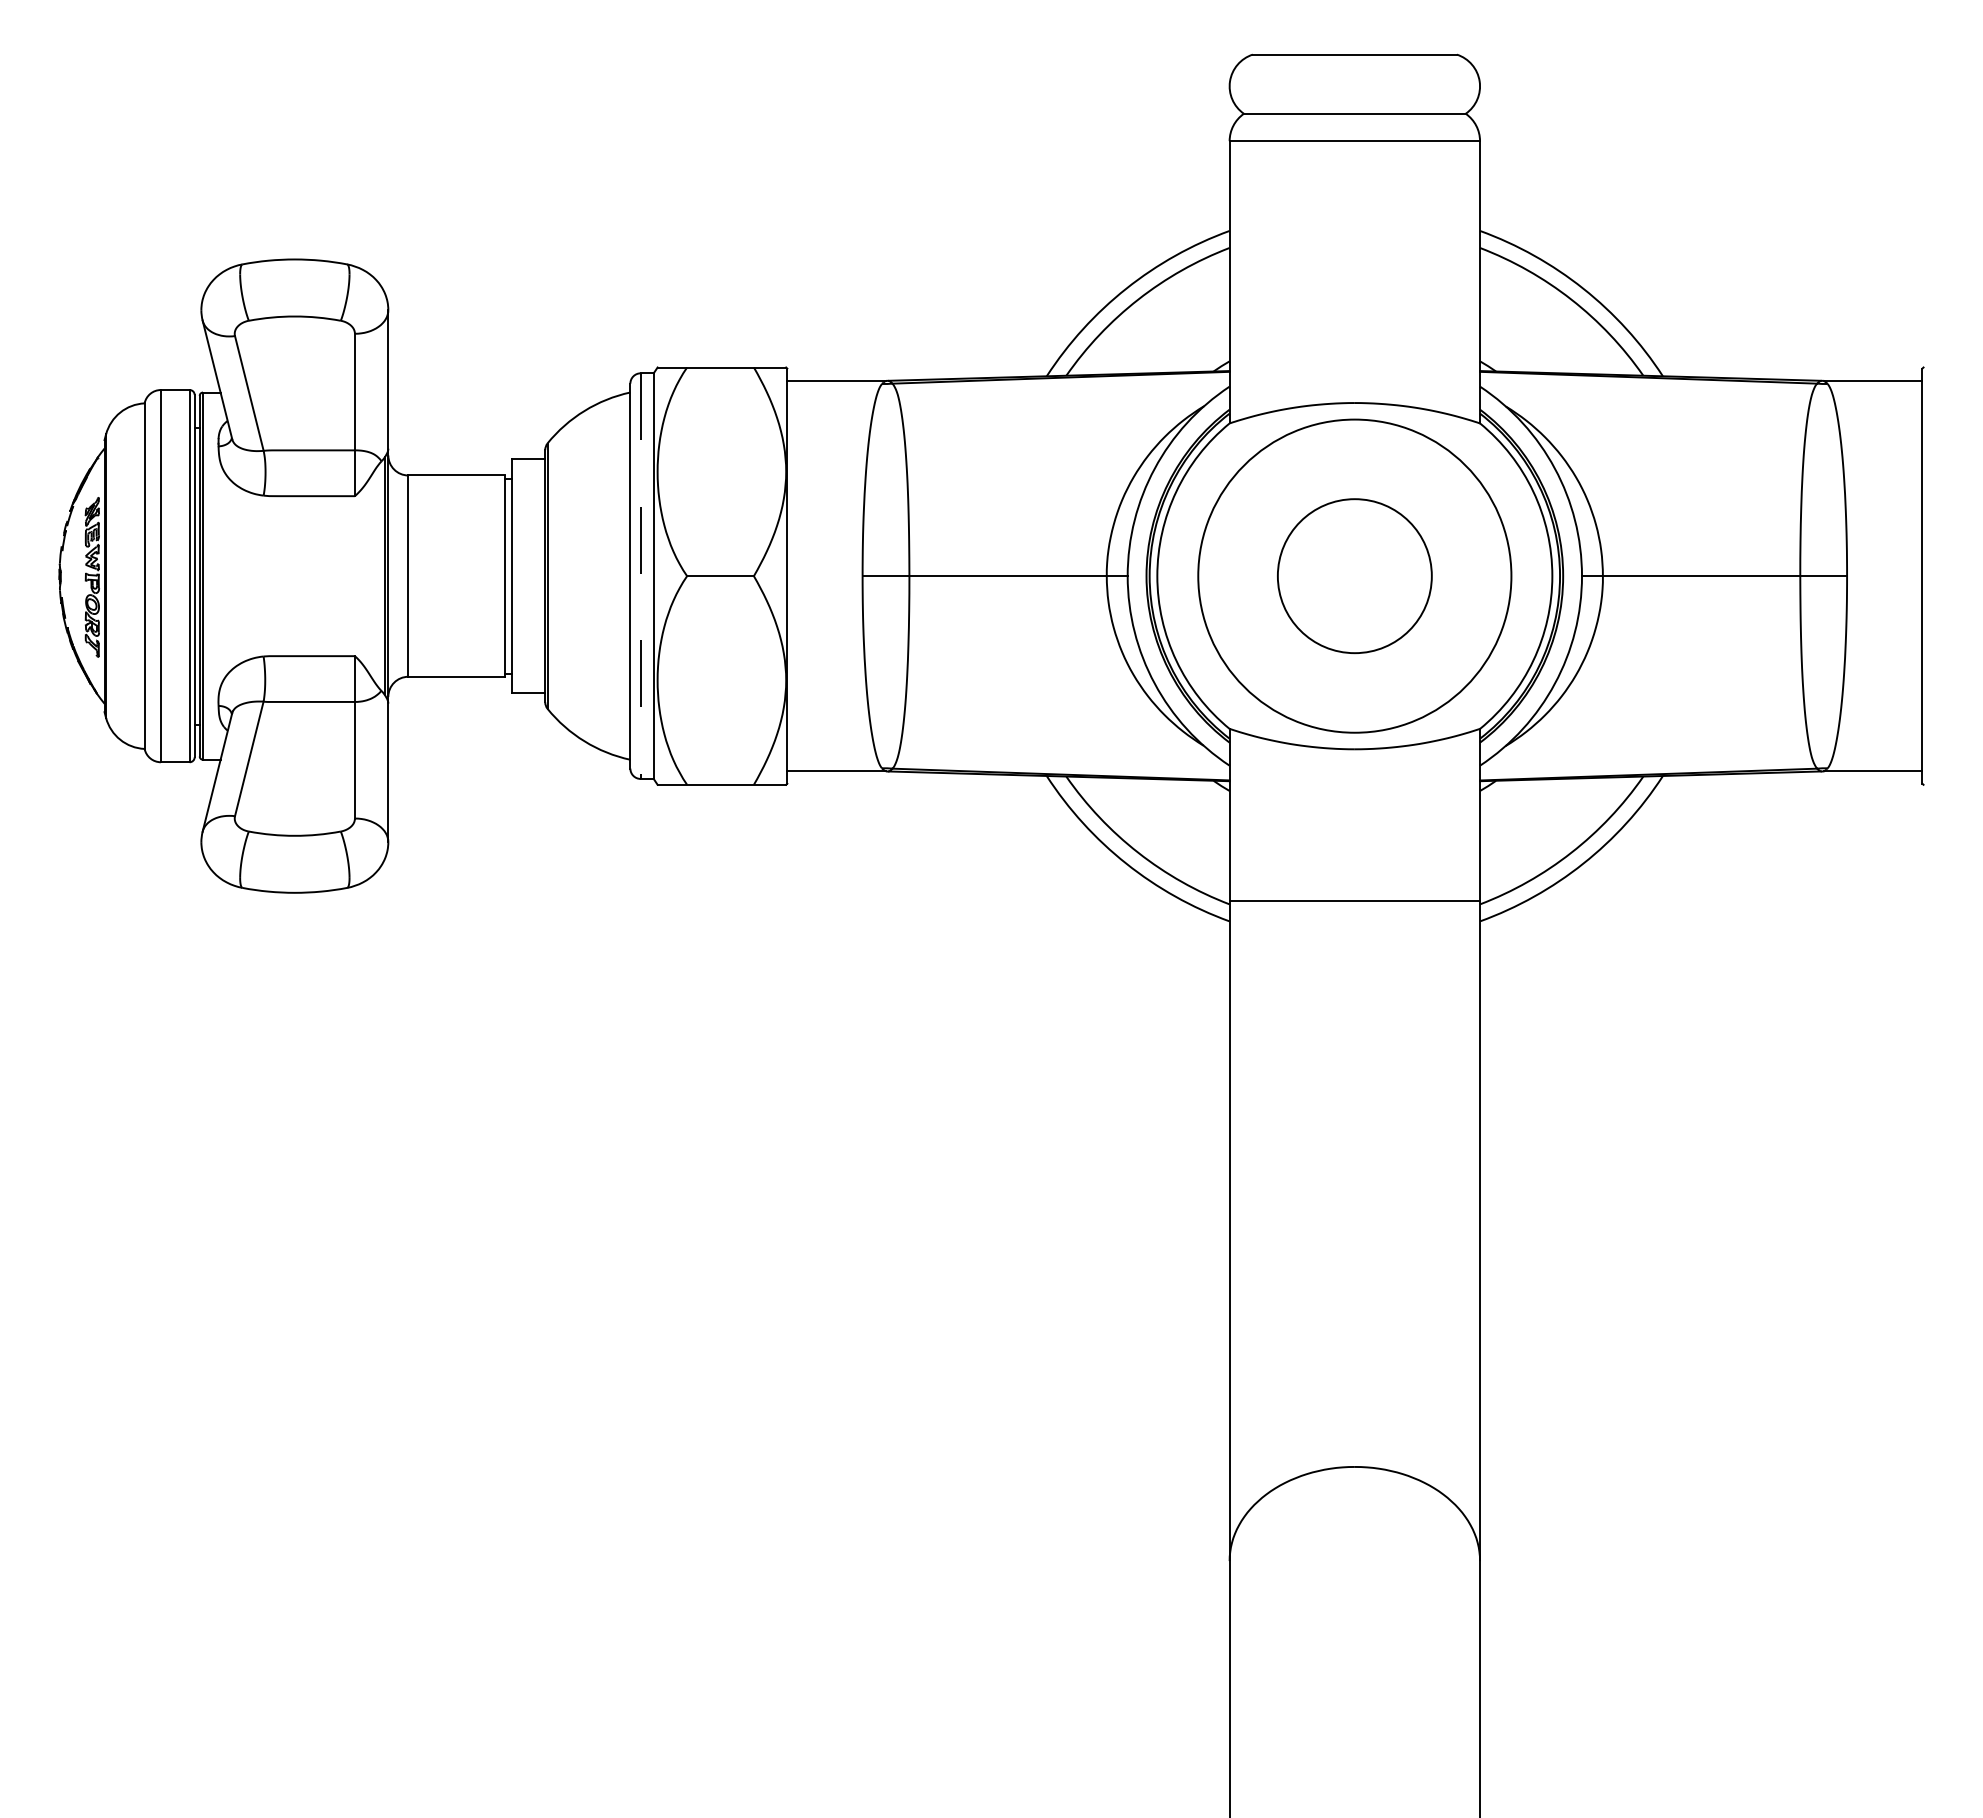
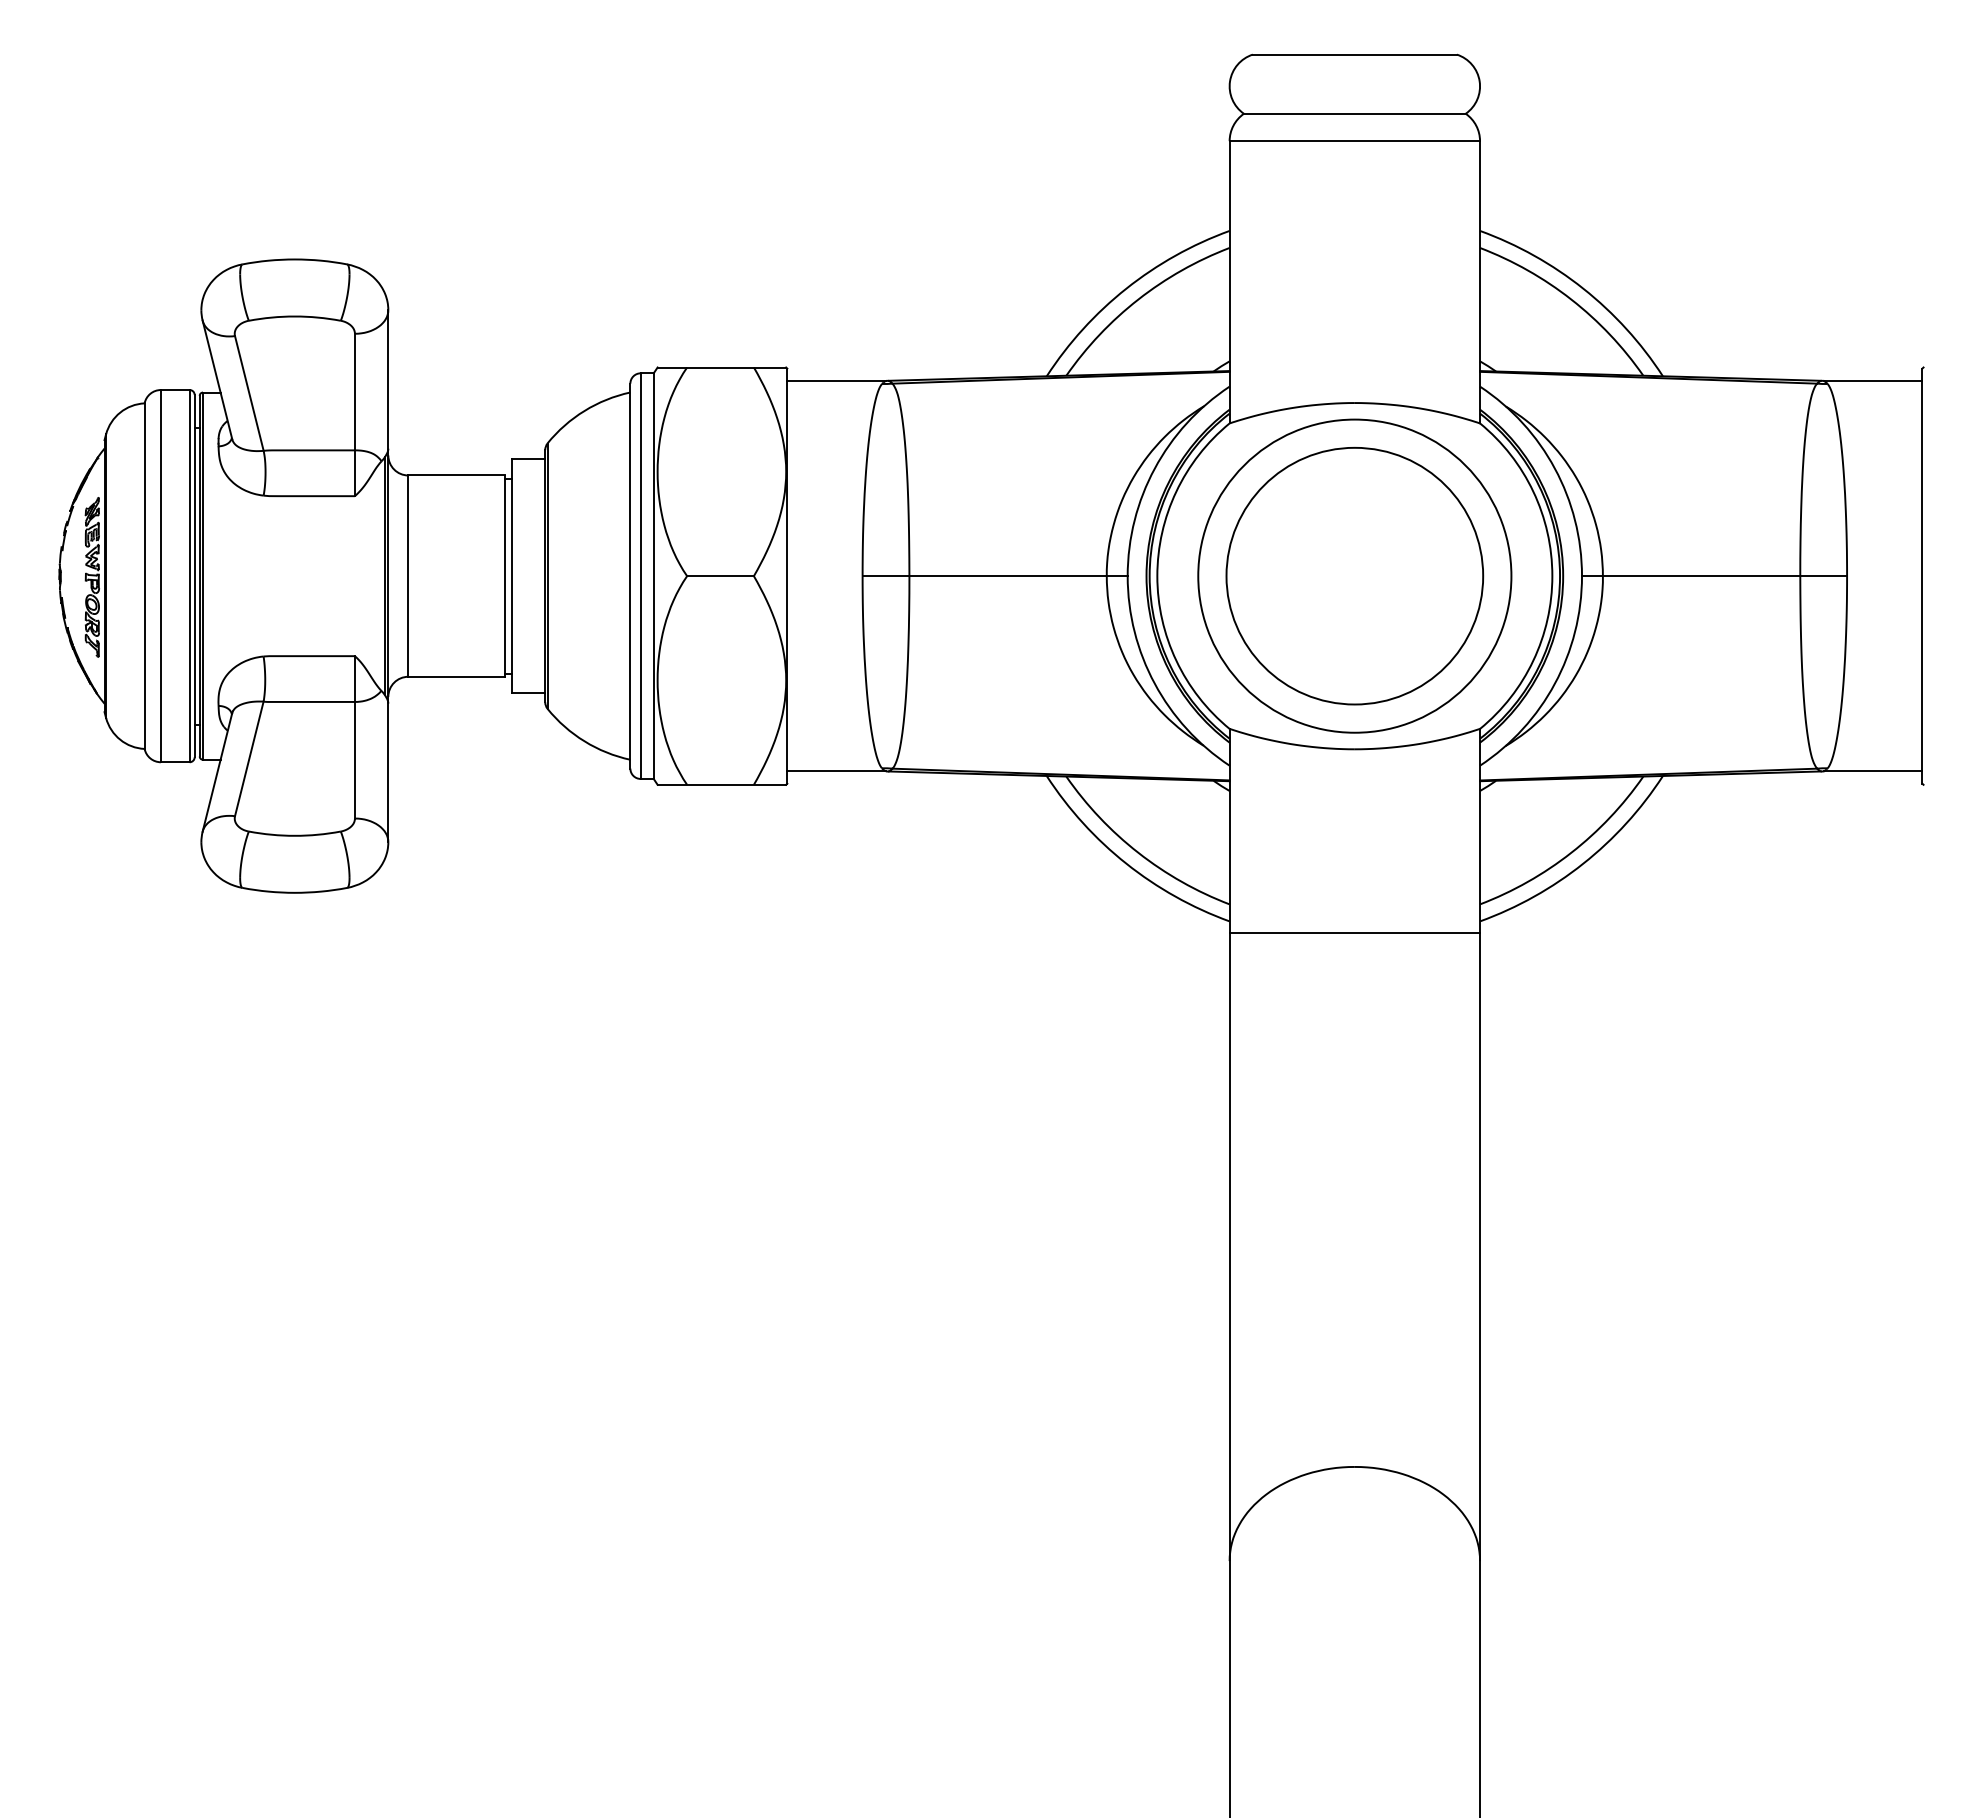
line at (640, 576): dashed -> solid
circle at (1354, 576) diameter: 154 px -> 257 px
line at (1354, 901) position: (1354, 901) -> (1354, 933)
